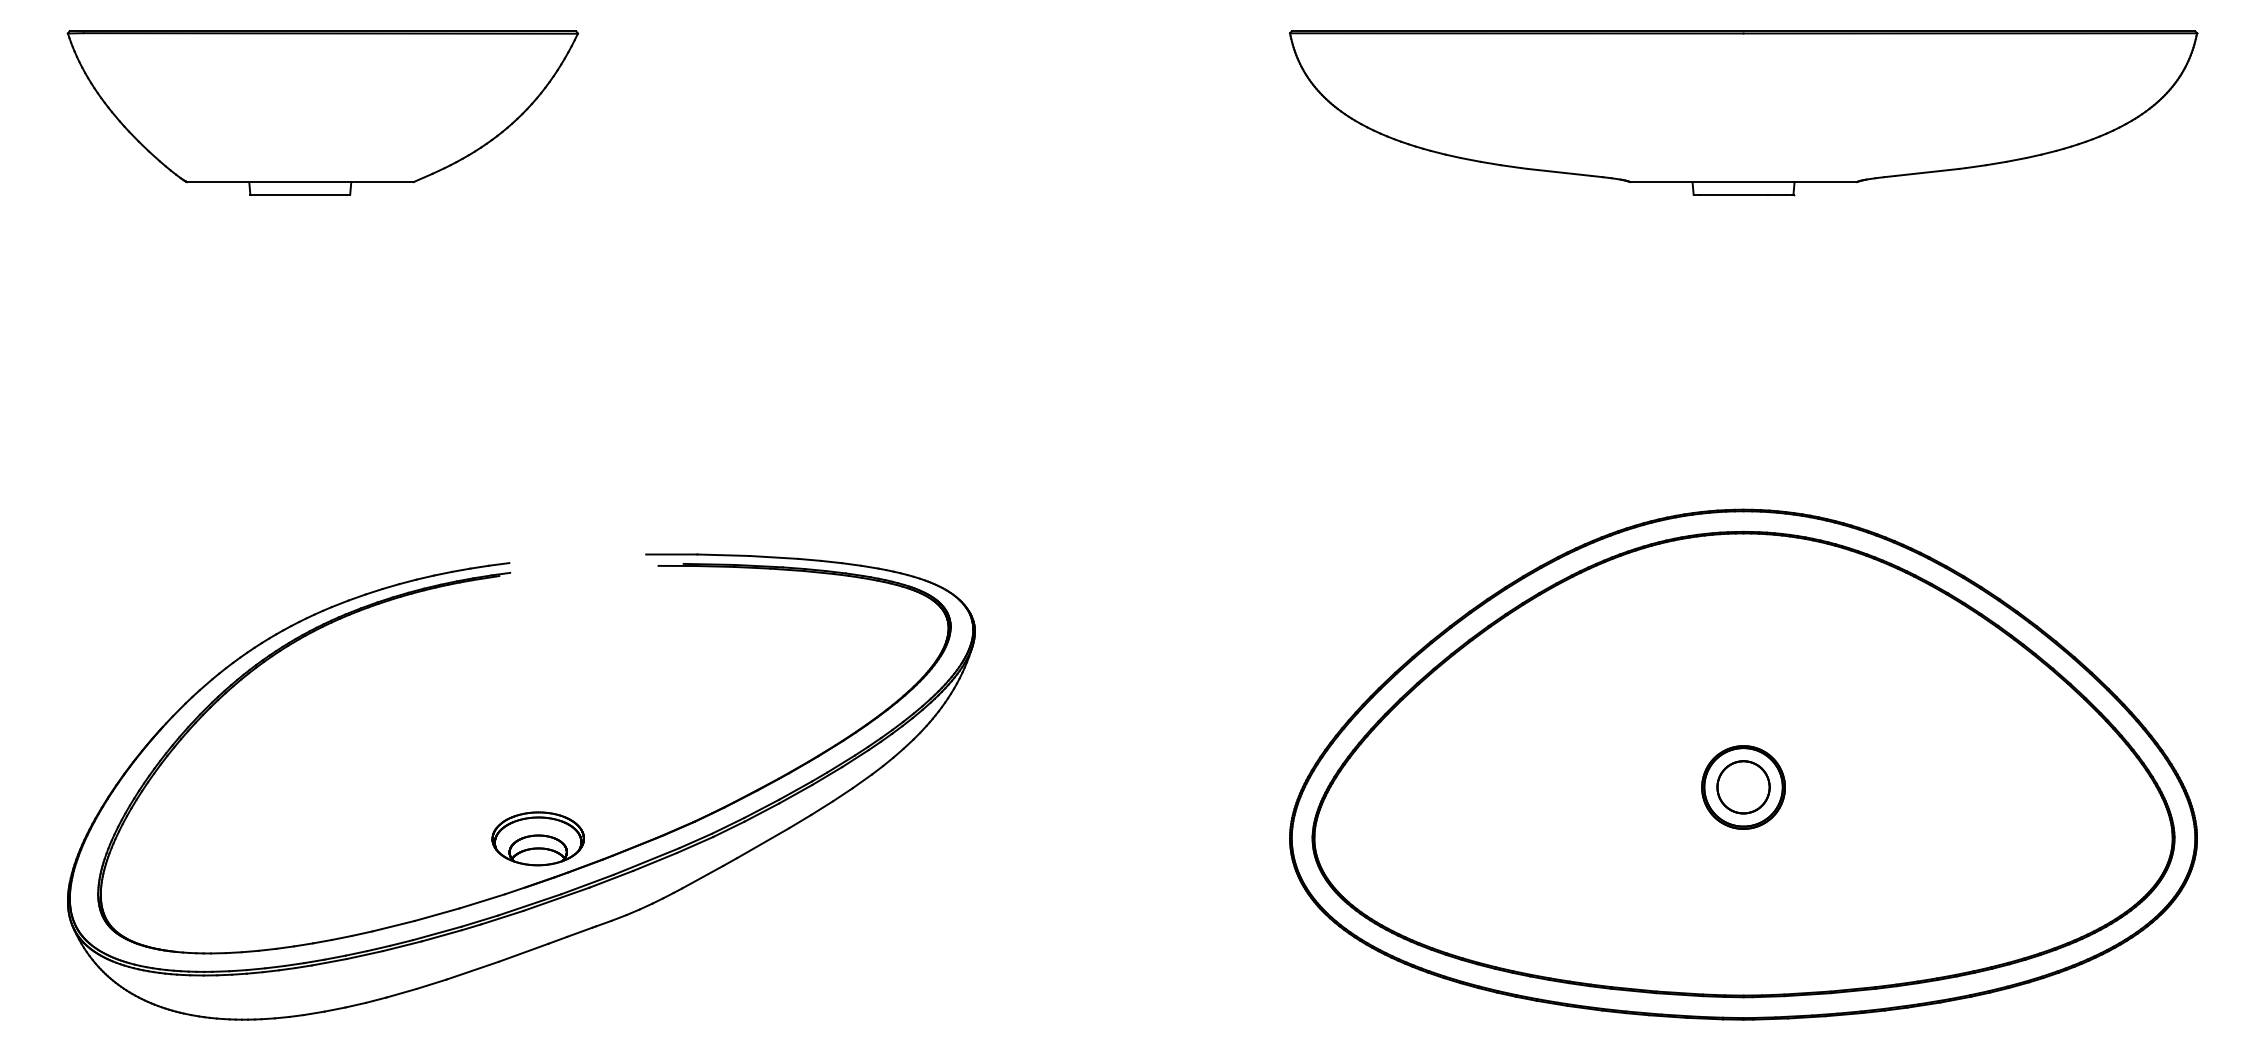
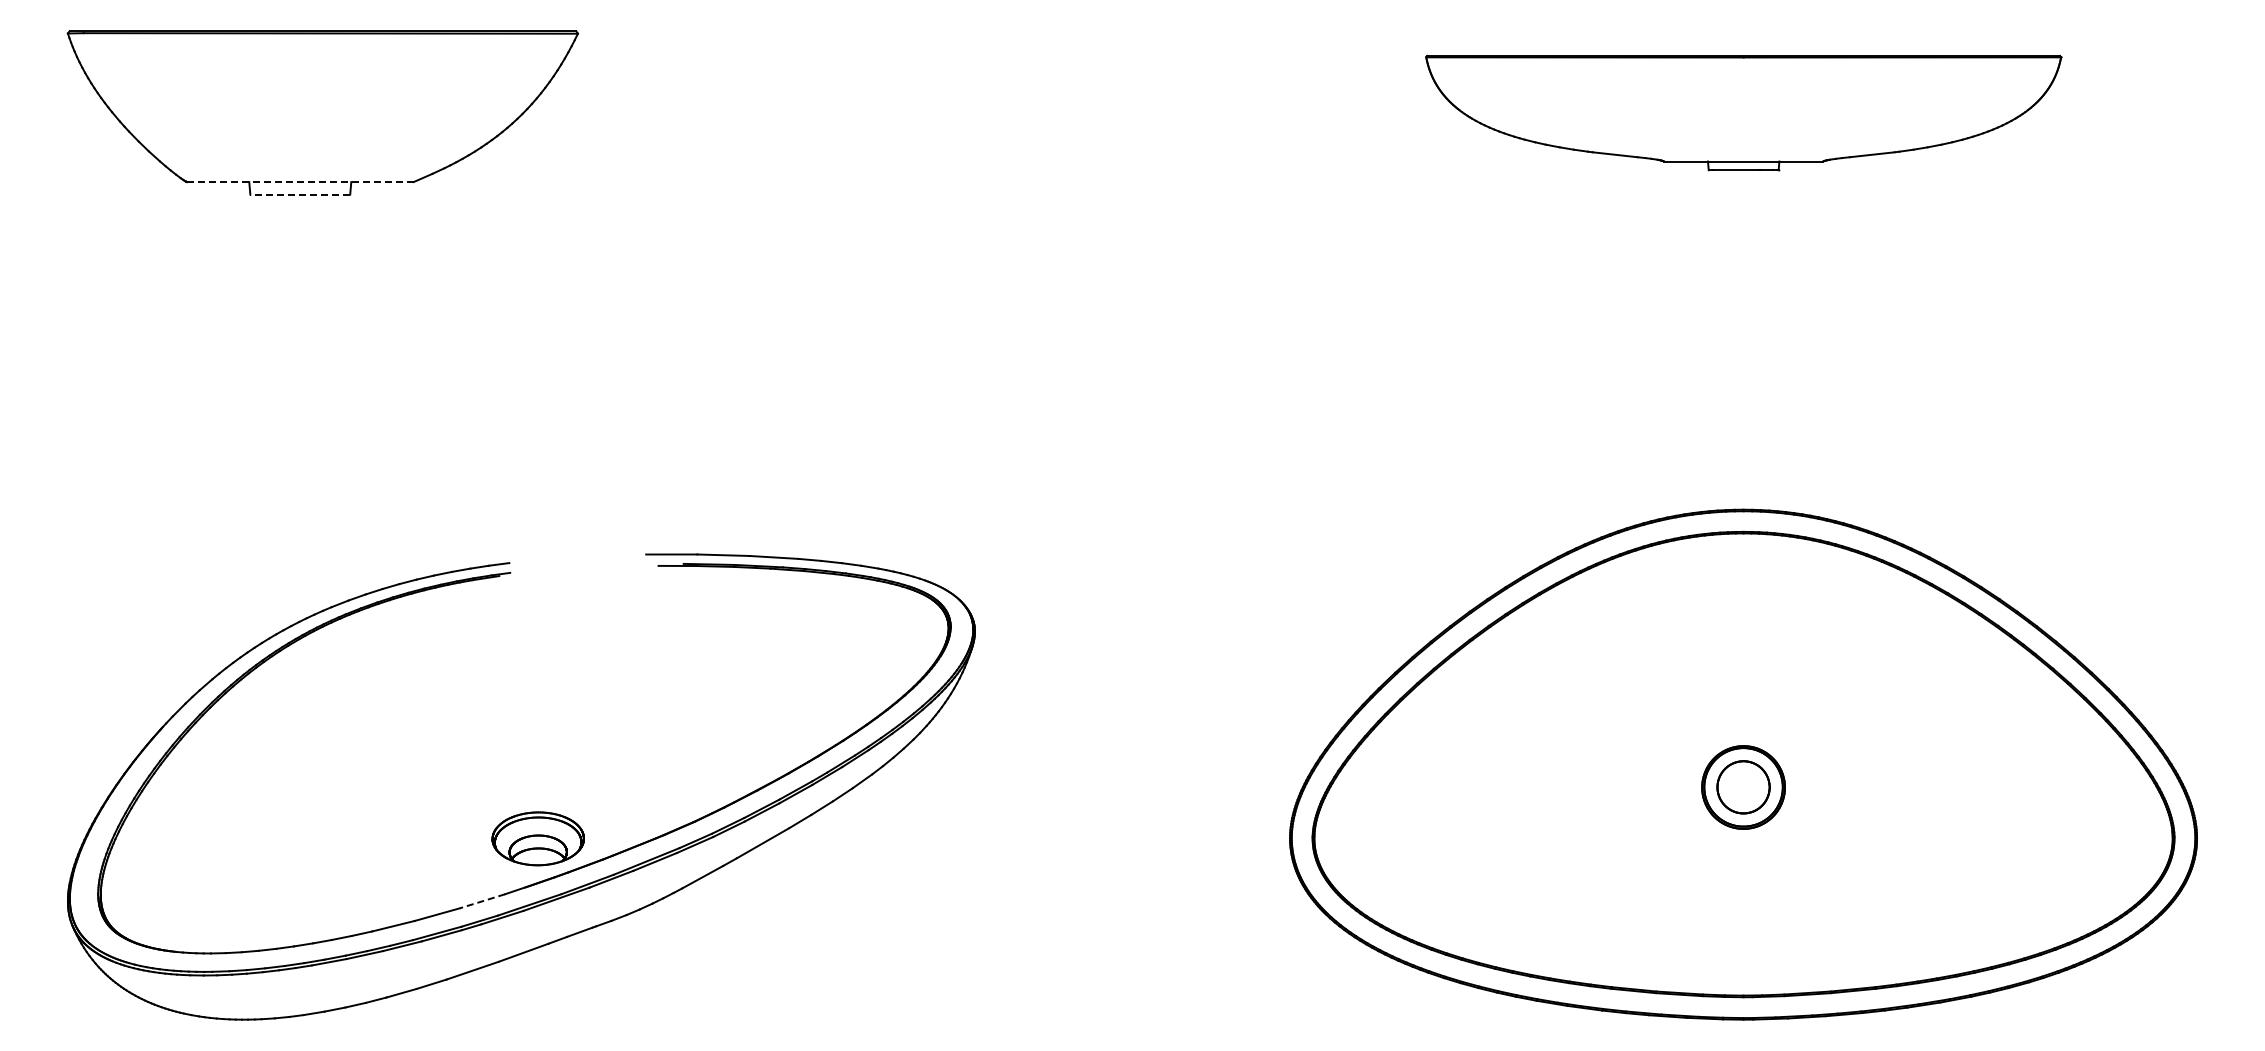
part at (1743, 113) size: 910x167 px -> 638x118 px
line at (300, 182): solid -> dashed
line at (300, 194): solid -> dashed
line at (482, 901): solid -> dashed
